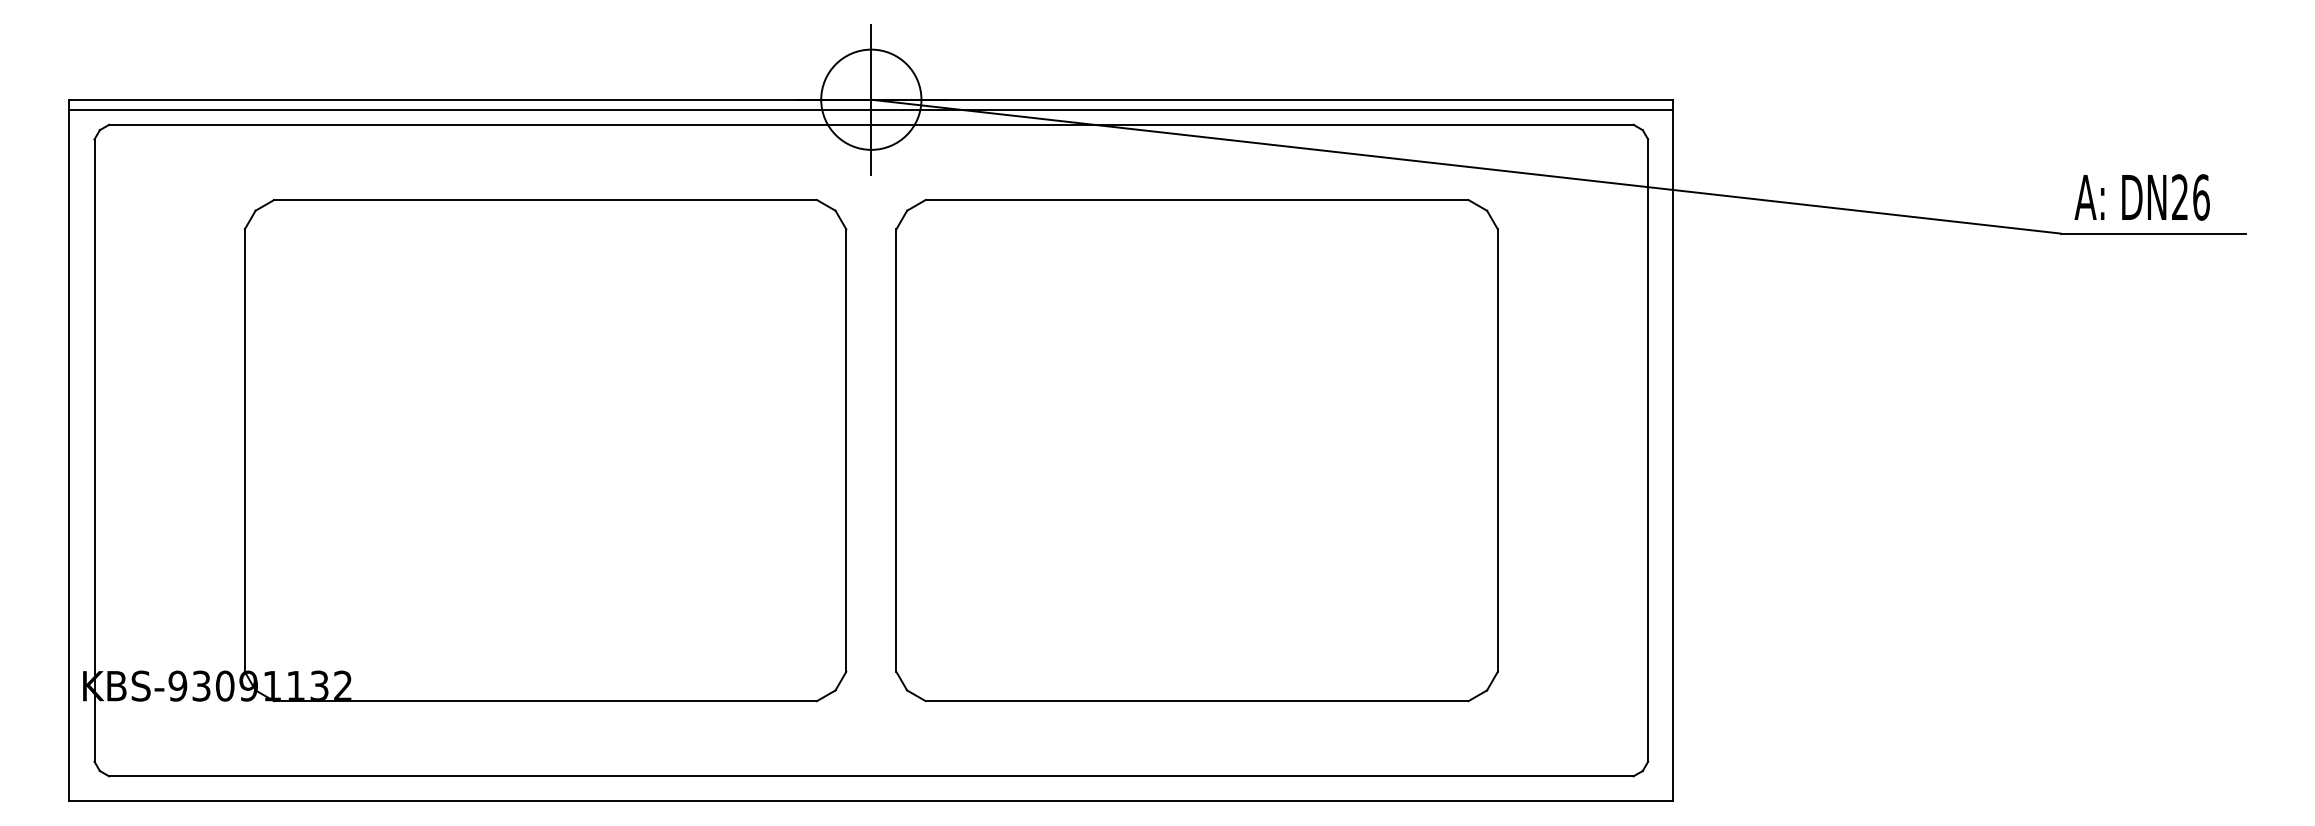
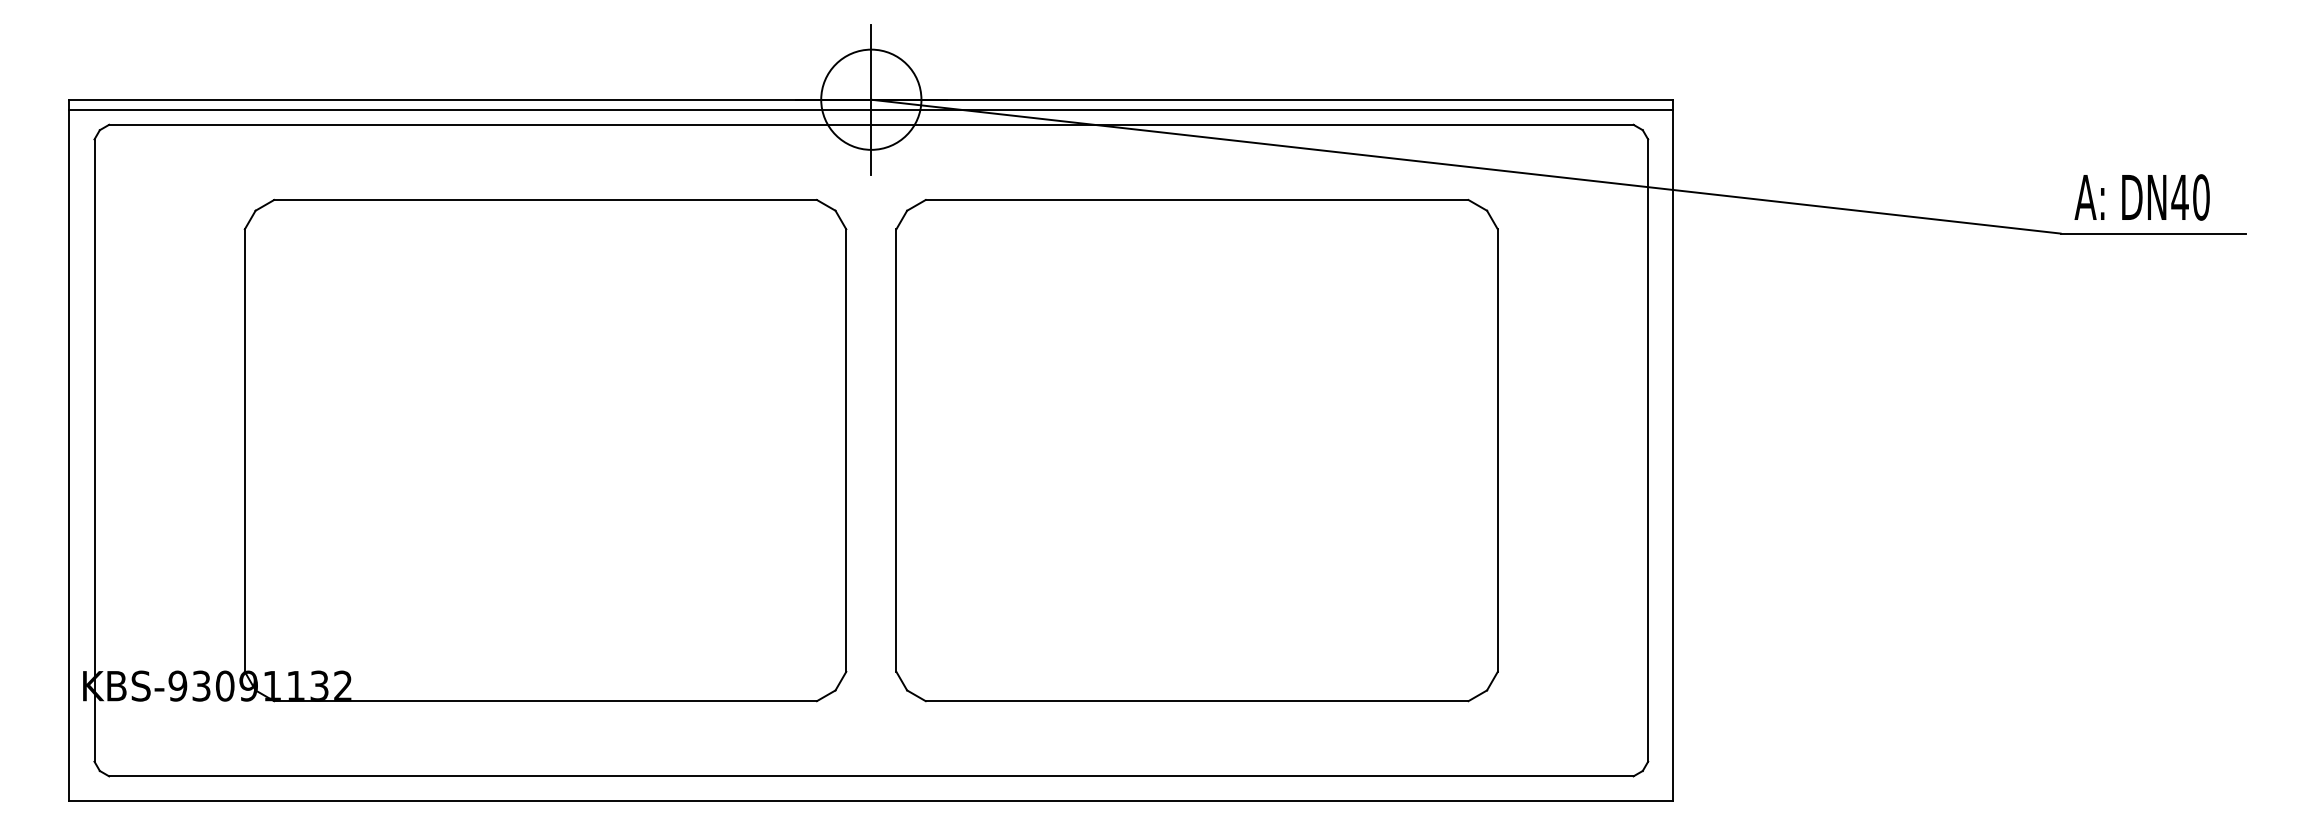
text at (2190, 197): DN26 -> DN40
